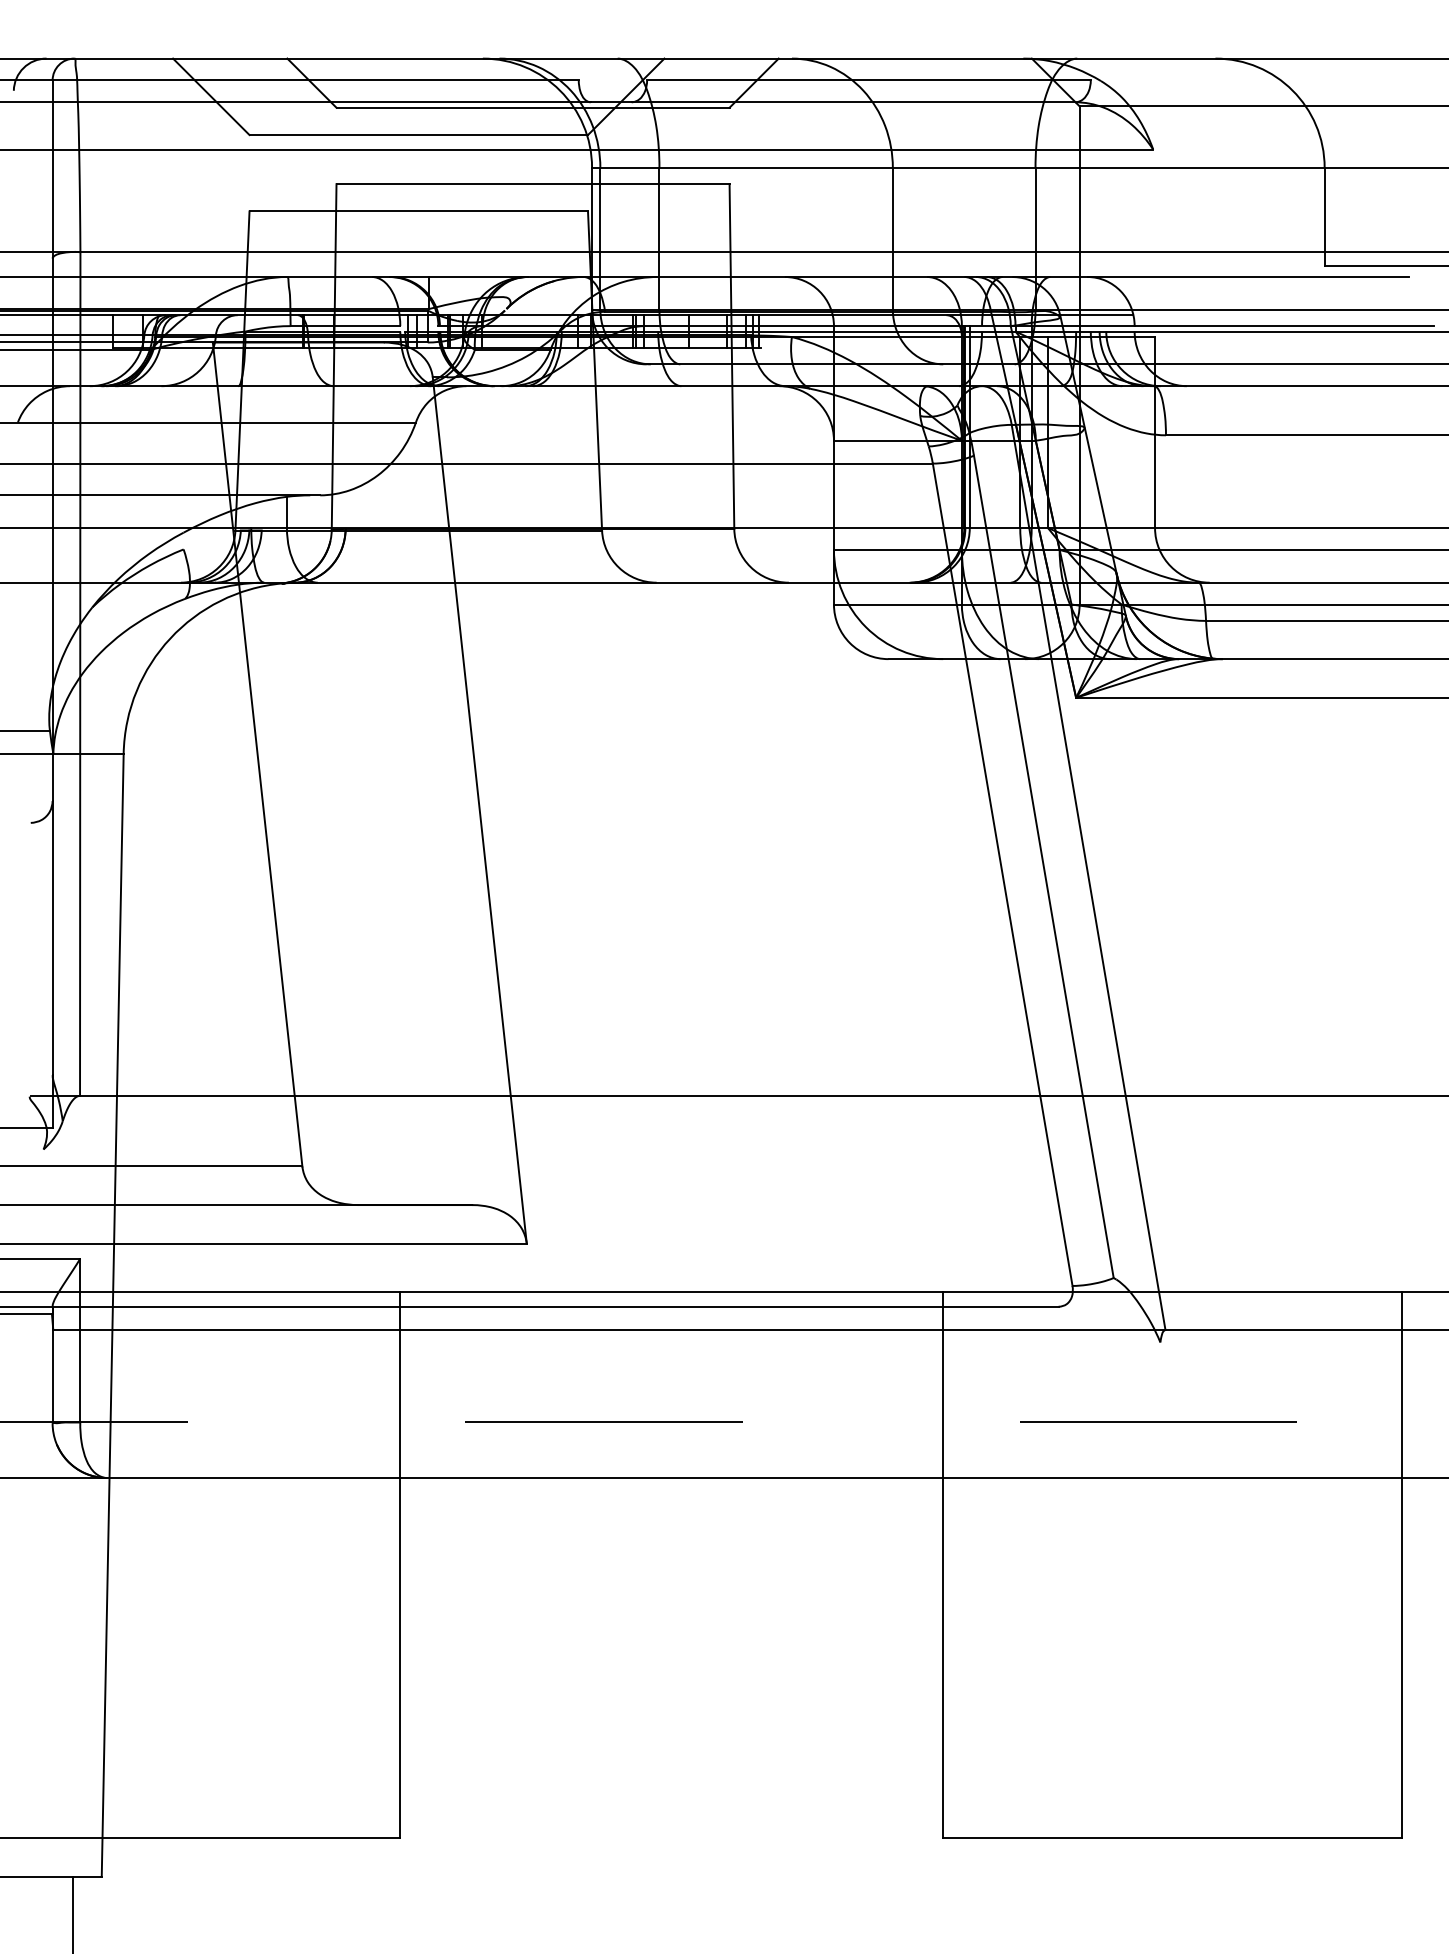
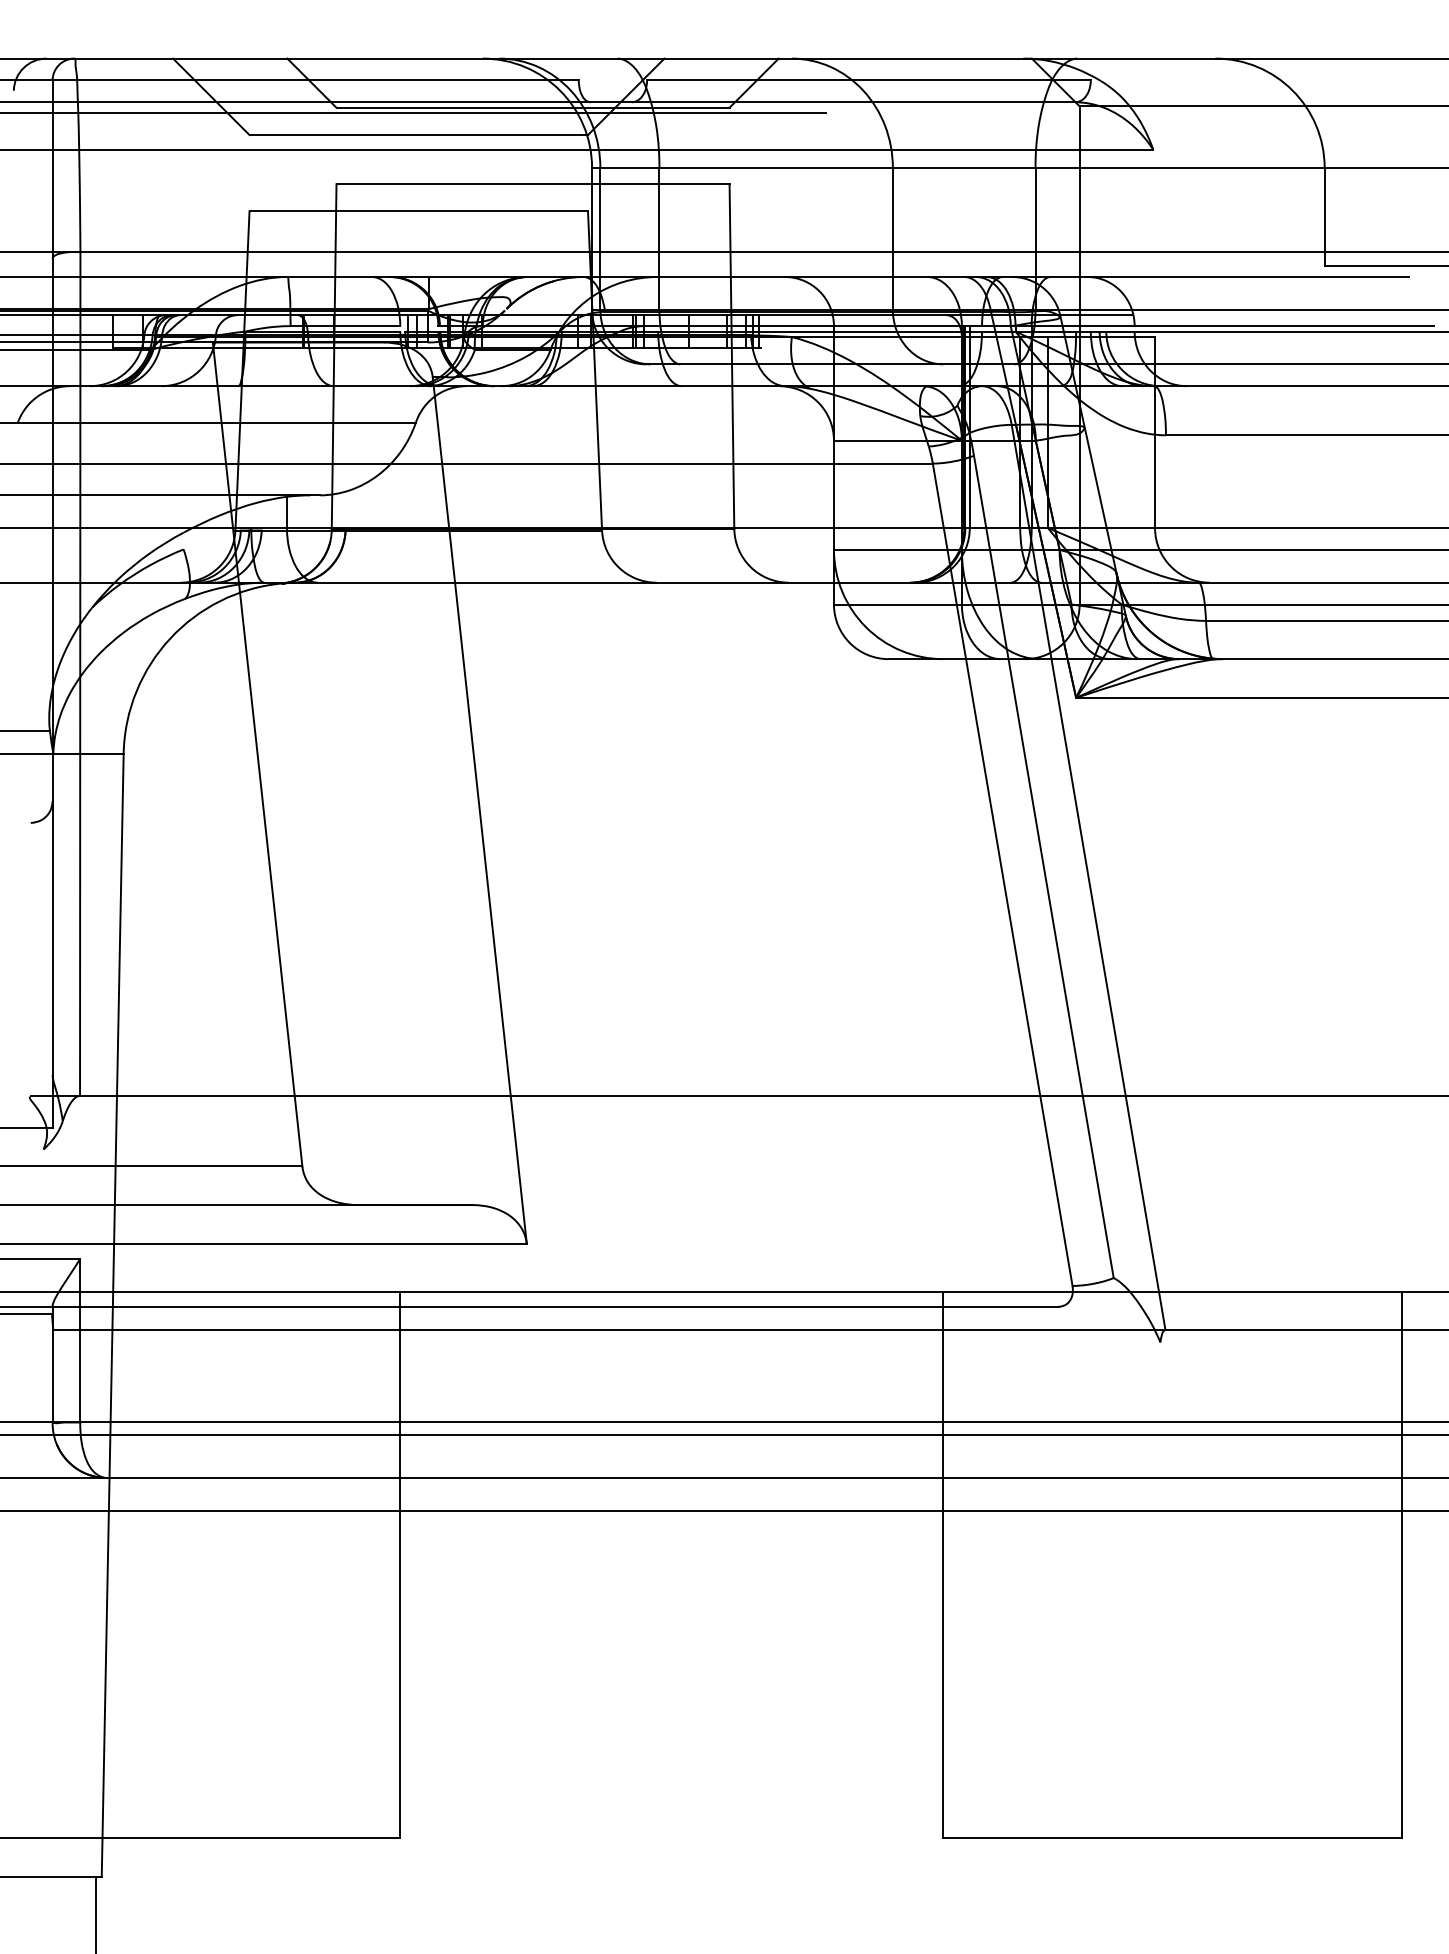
line at (413, 113): none -> present
line at (723, 1422): dashed -> solid
line at (723, 1435): none -> present
line at (723, 1510): none -> present
line at (73, 1913) position: (73, 1913) -> (96, 1913)
